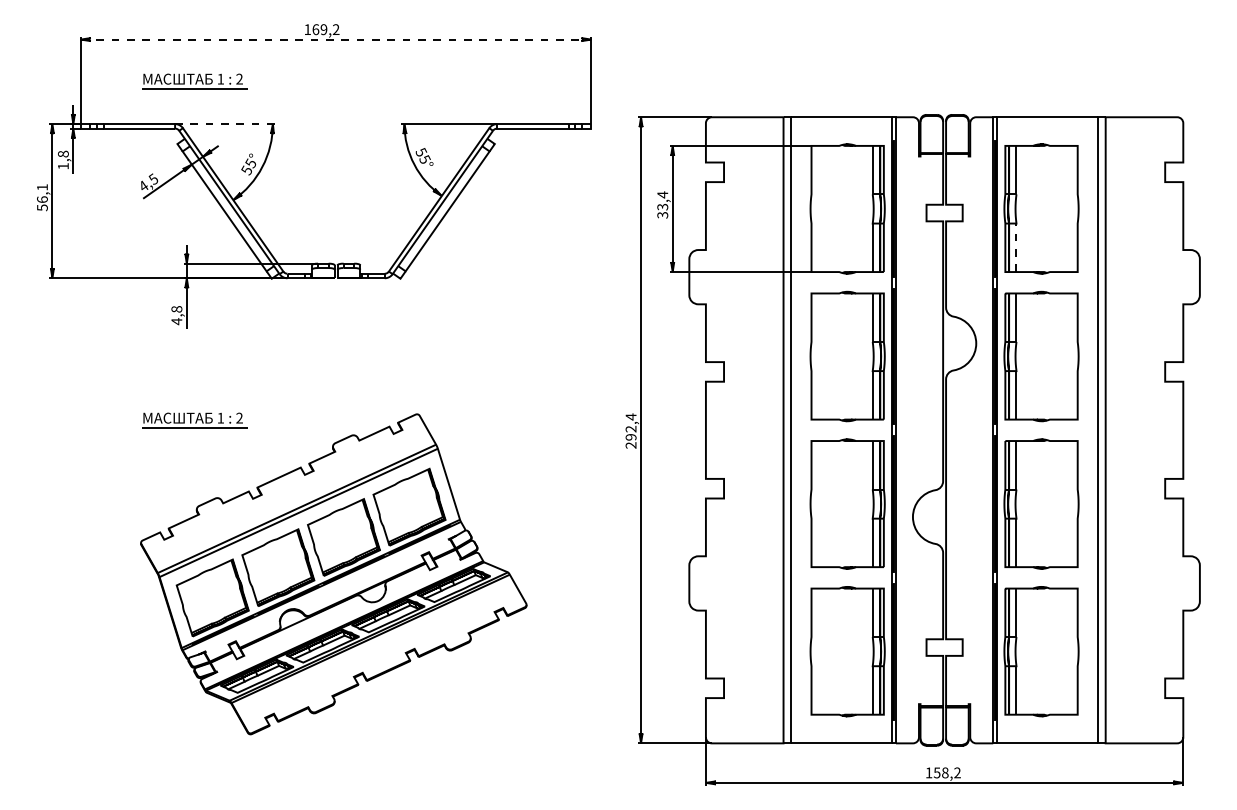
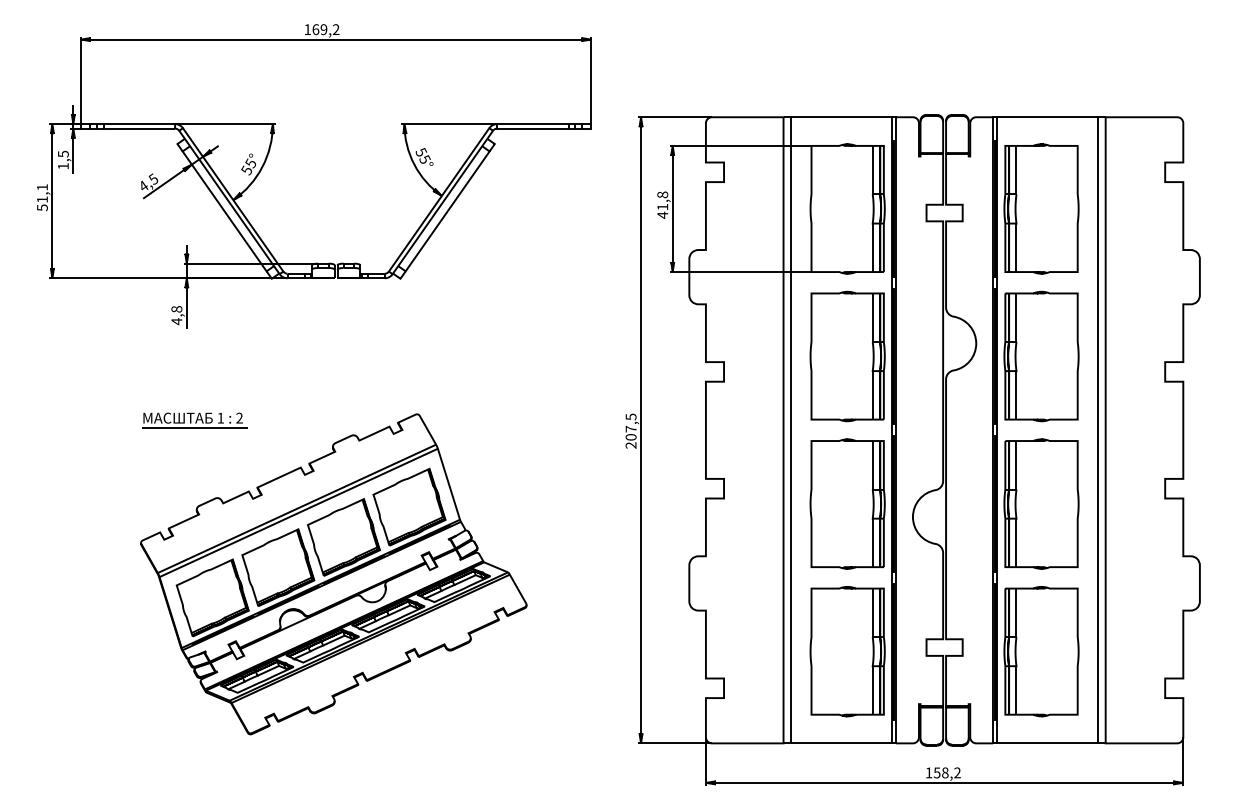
line at (336, 39): dashed -> solid
part at (194, 81): present -> none
line at (226, 124): dashed -> solid
text at (63, 153): 1,8 -> 1,5
text at (42, 199): 56,1 -> 51,1
text at (662, 204): 33,4 -> 41,8
line at (1016, 247): dashed -> solid
text at (630, 427): 292,4 -> 207,5
